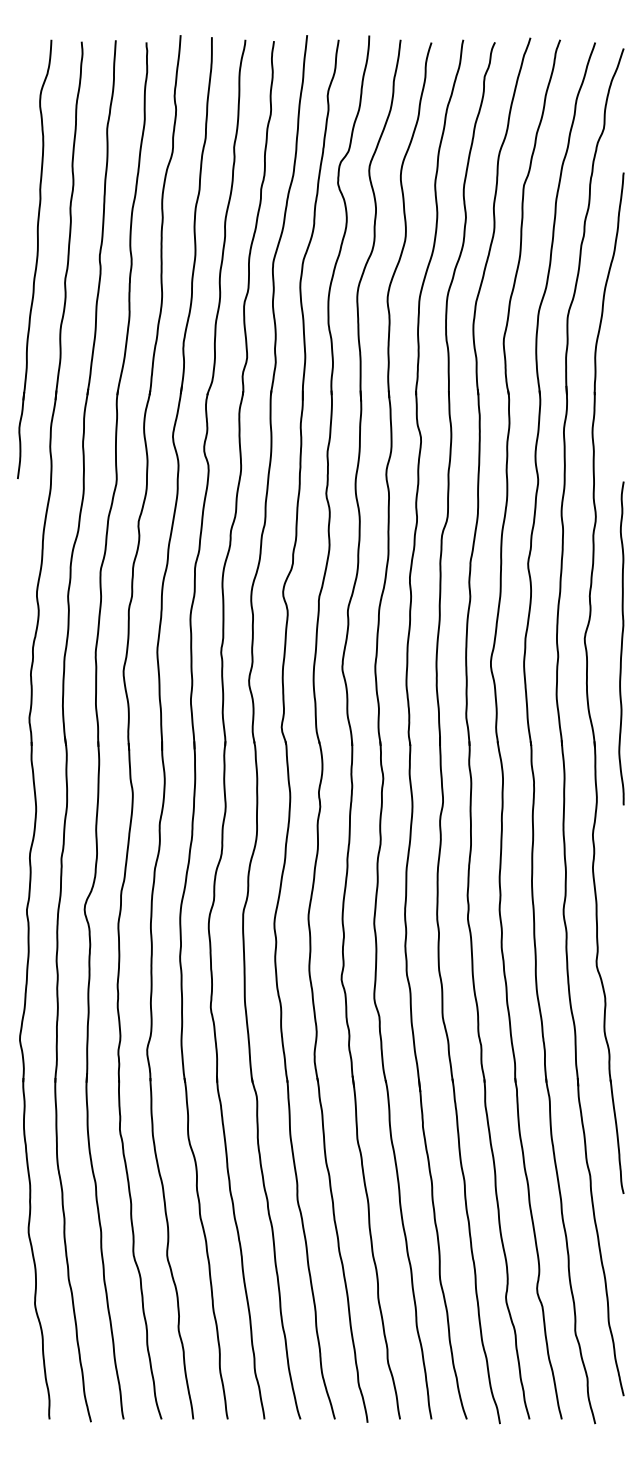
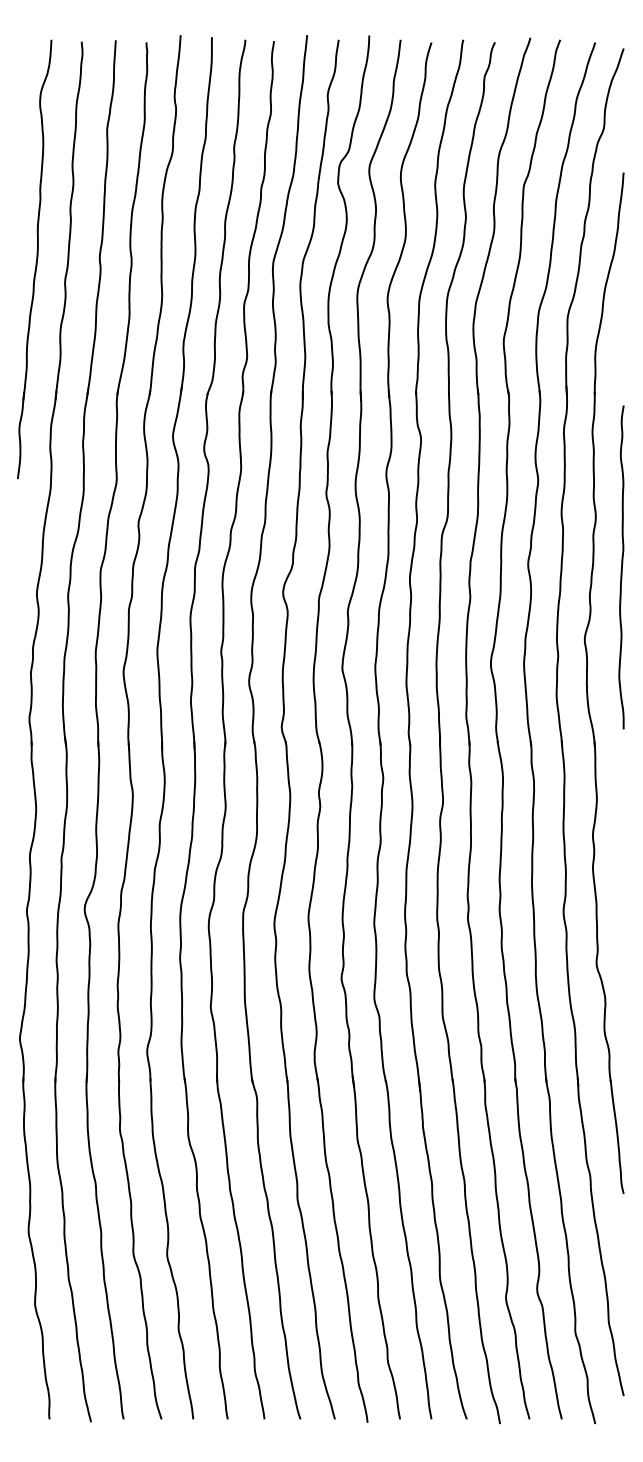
curve at (621, 643) position: (621, 643) -> (621, 567)
